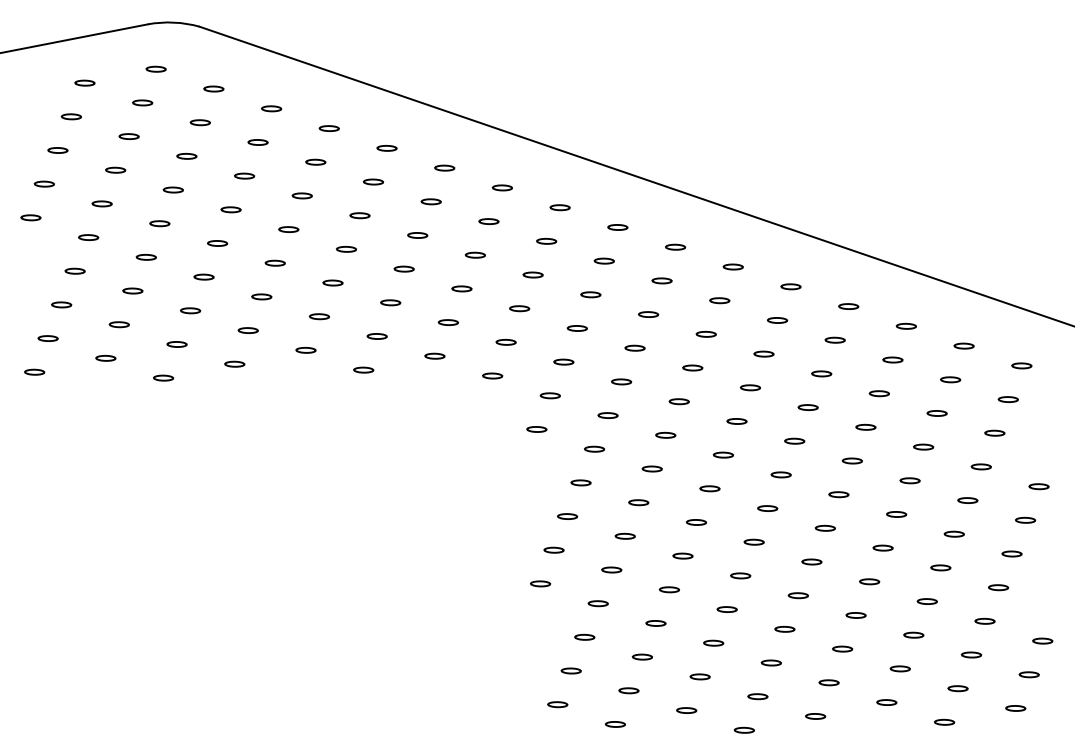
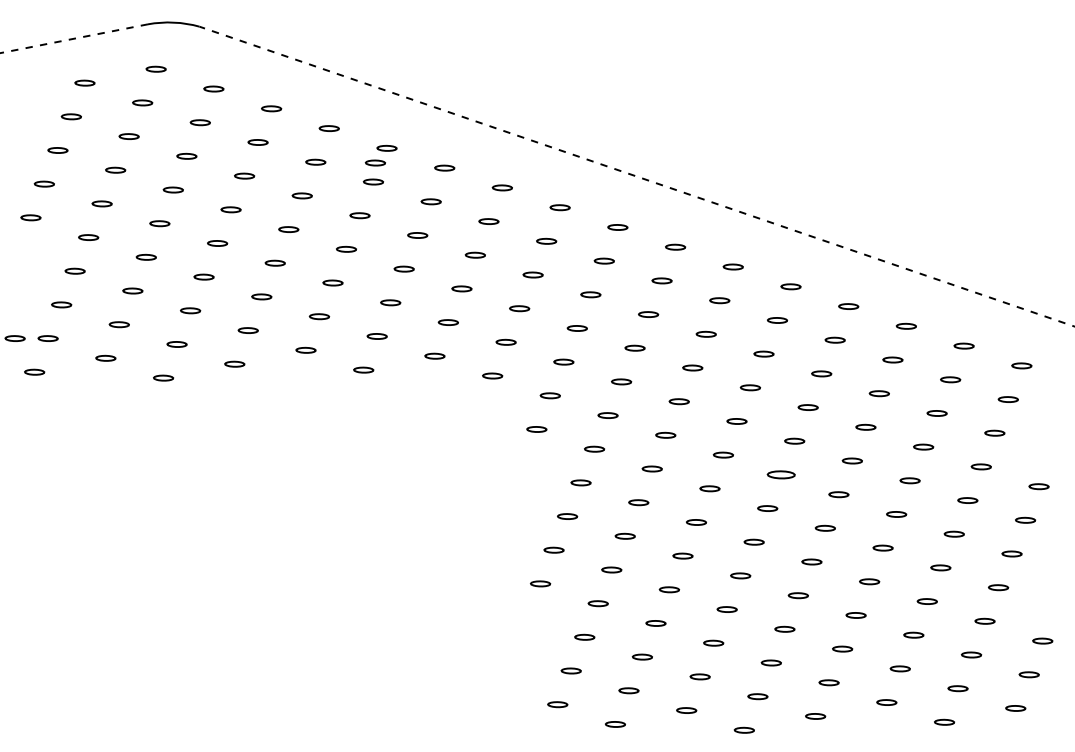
line at (74, 38): solid -> dashed
part at (374, 162): none -> present
line at (636, 176): solid -> dashed
part at (14, 338): none -> present
part at (780, 474) size: 22x8 px -> 30x10 px
